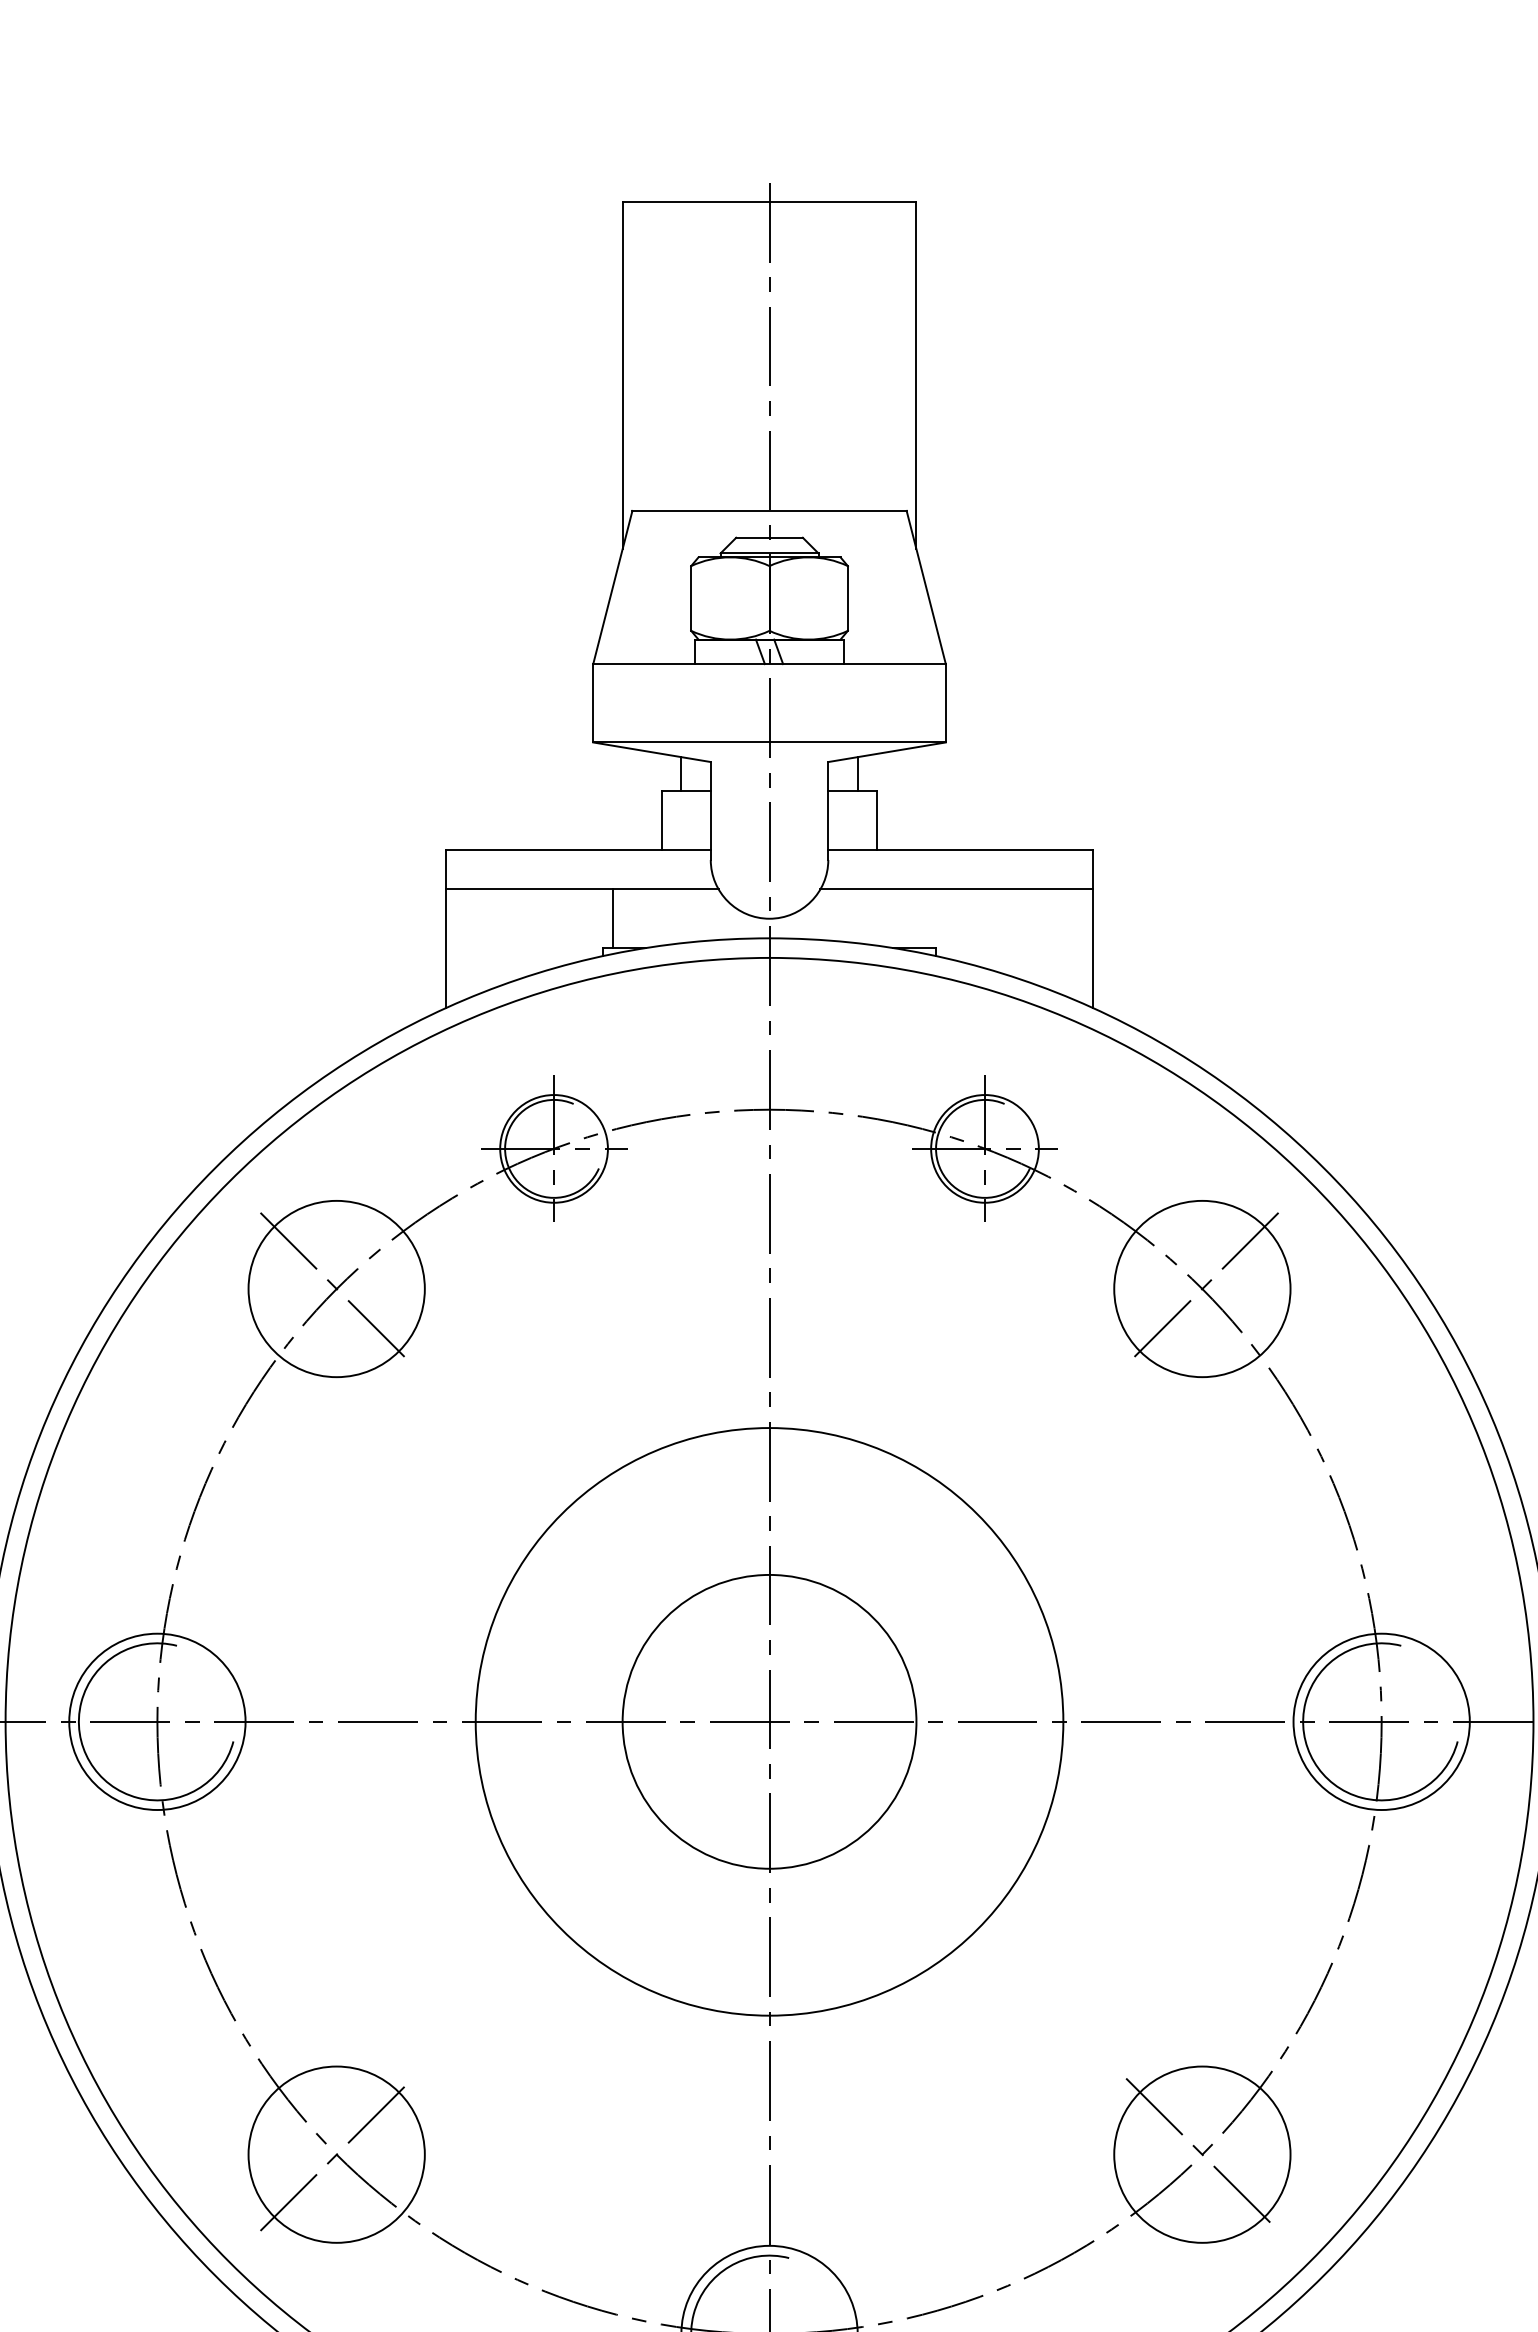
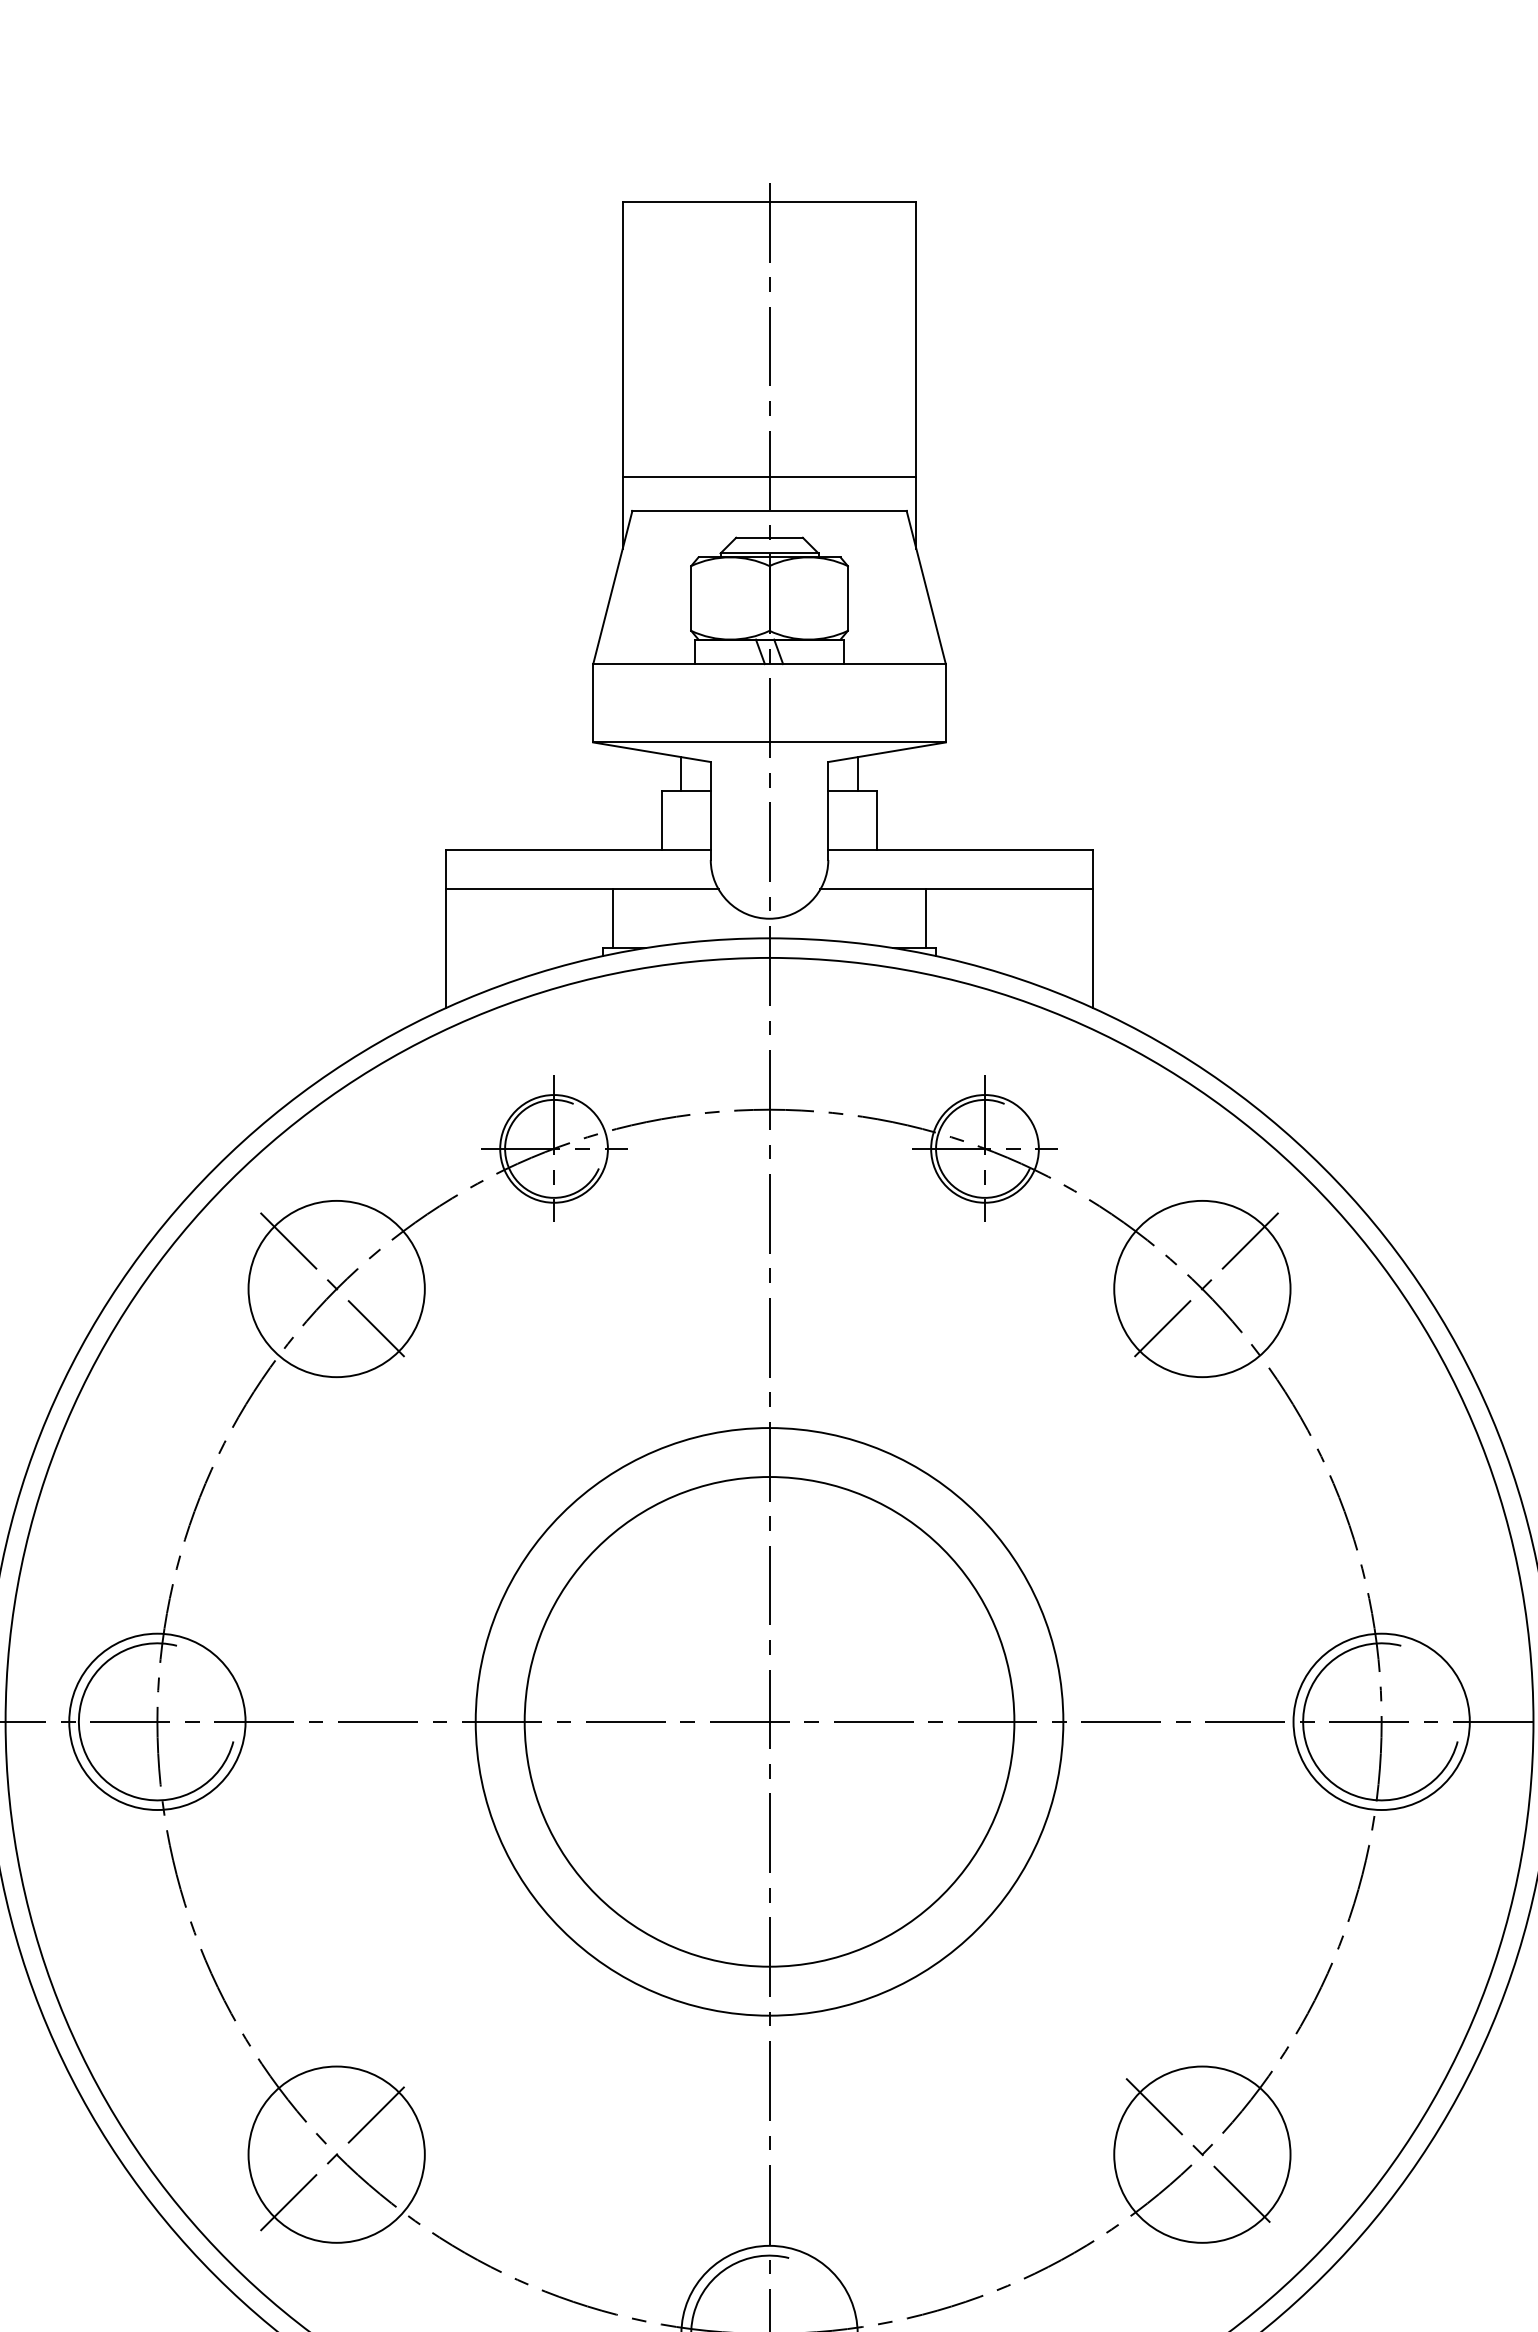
line at (769, 476): none -> present
line at (926, 918): none -> present
circle at (769, 1721) diameter: 294 px -> 490 px
